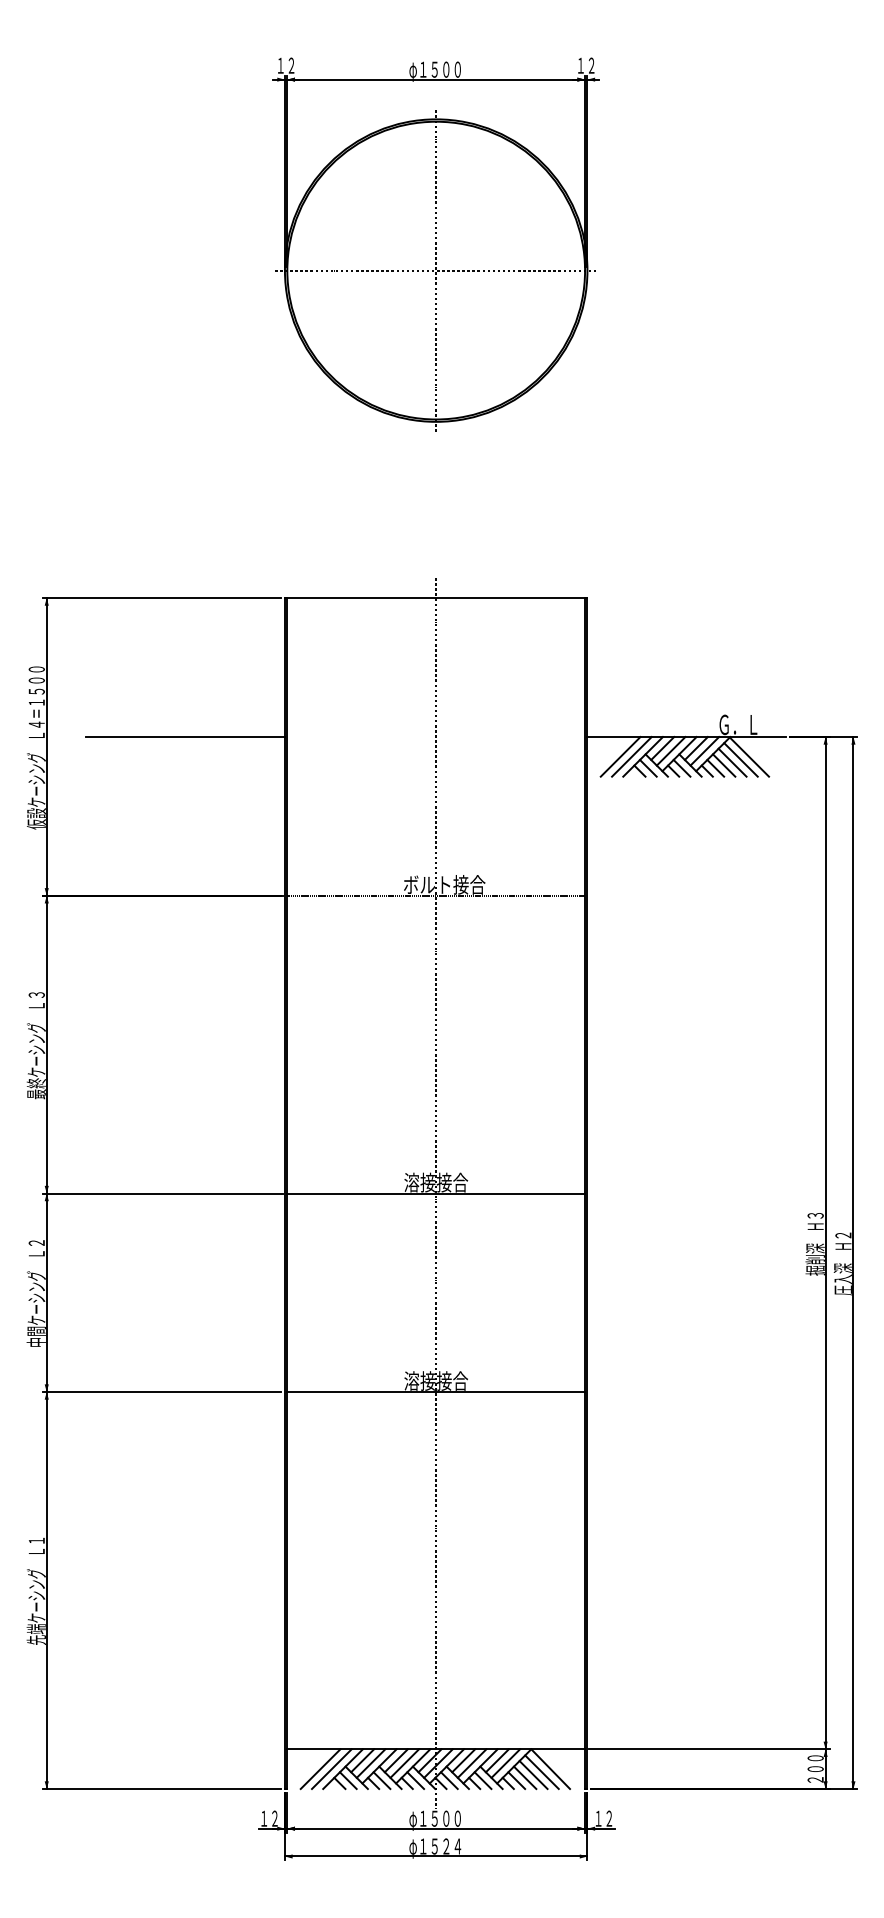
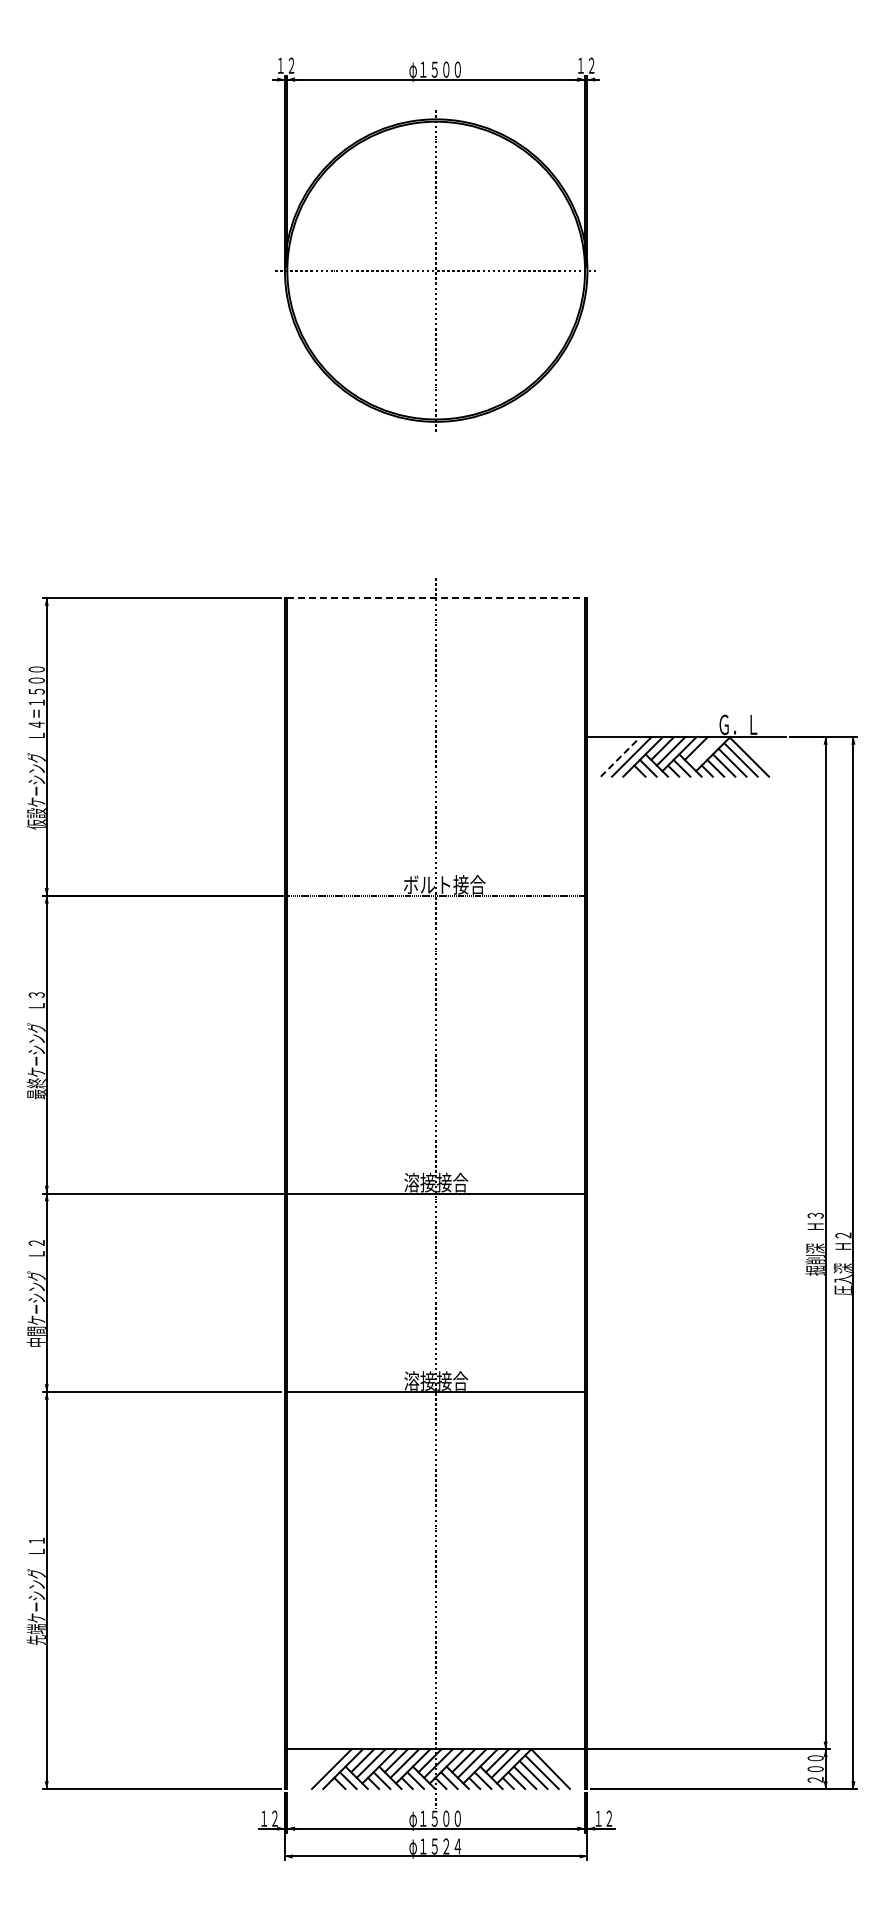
line at (436, 598): solid -> dashed
line at (185, 737): present -> none
line at (704, 751): present -> none
line at (621, 756): solid -> dashed
line at (320, 1769): present -> none
